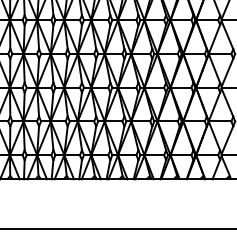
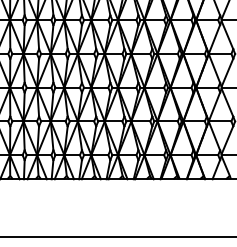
line at (117, 229) position: (117, 229) -> (117, 237)
